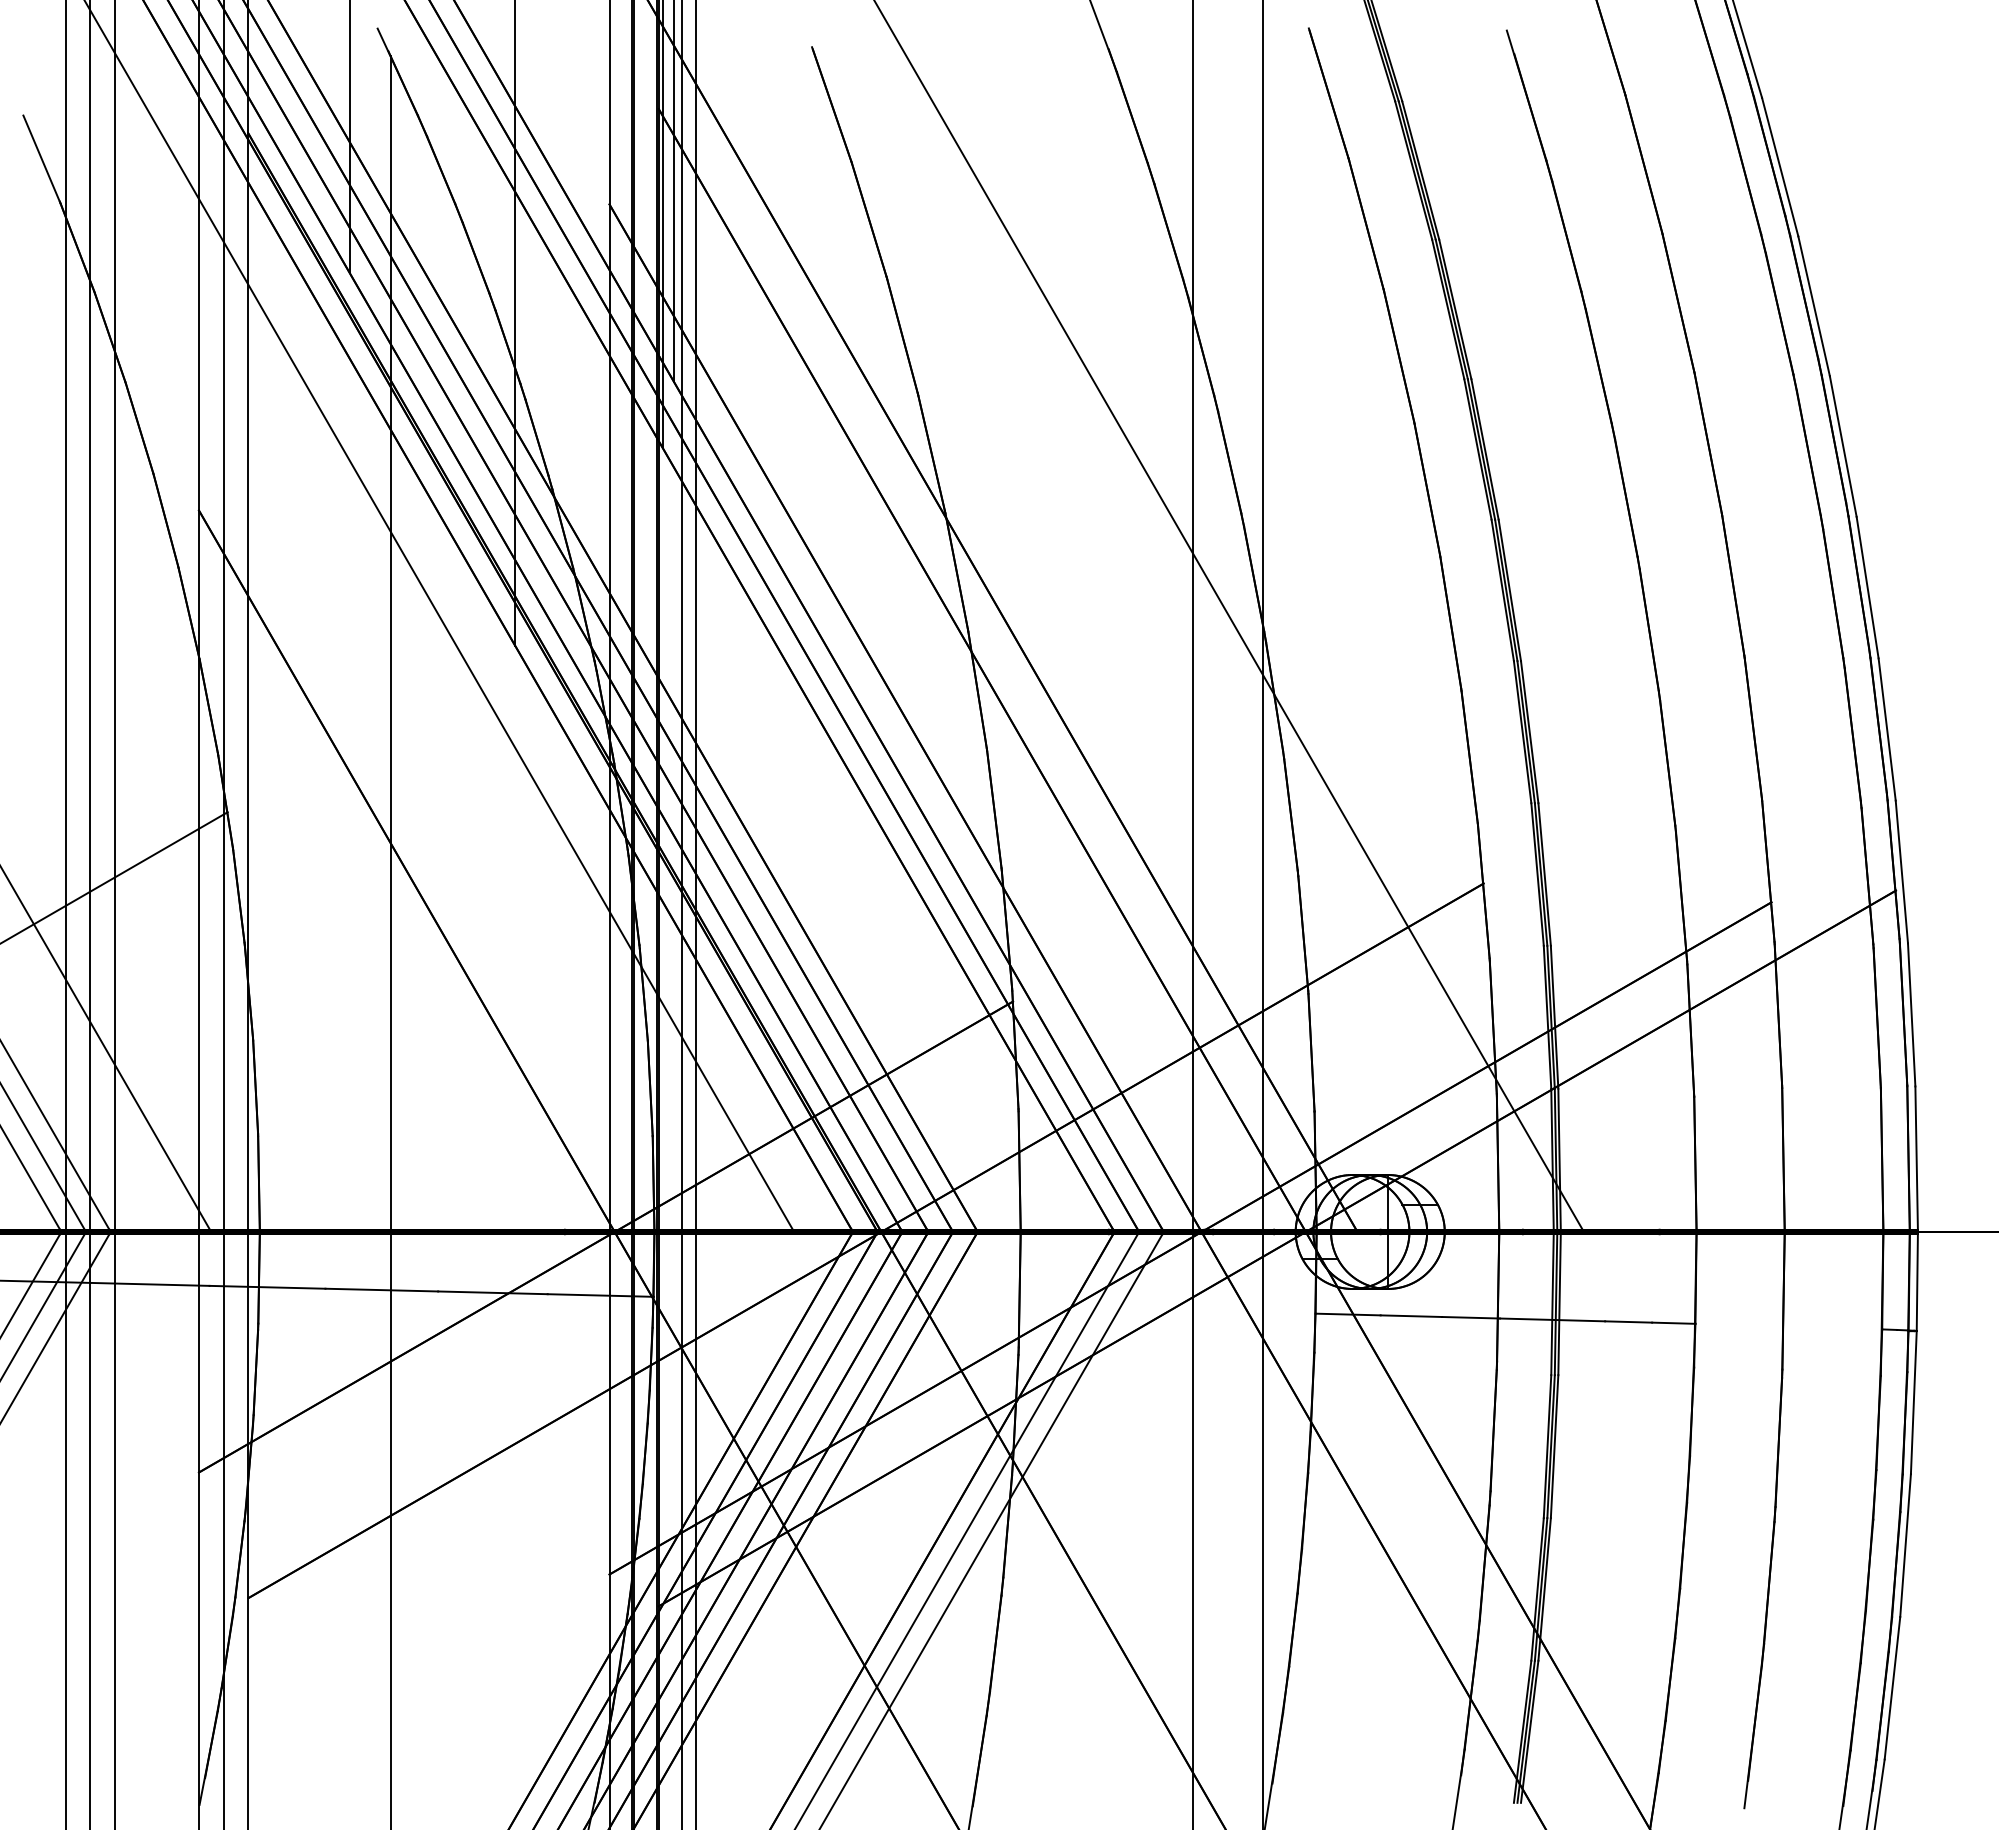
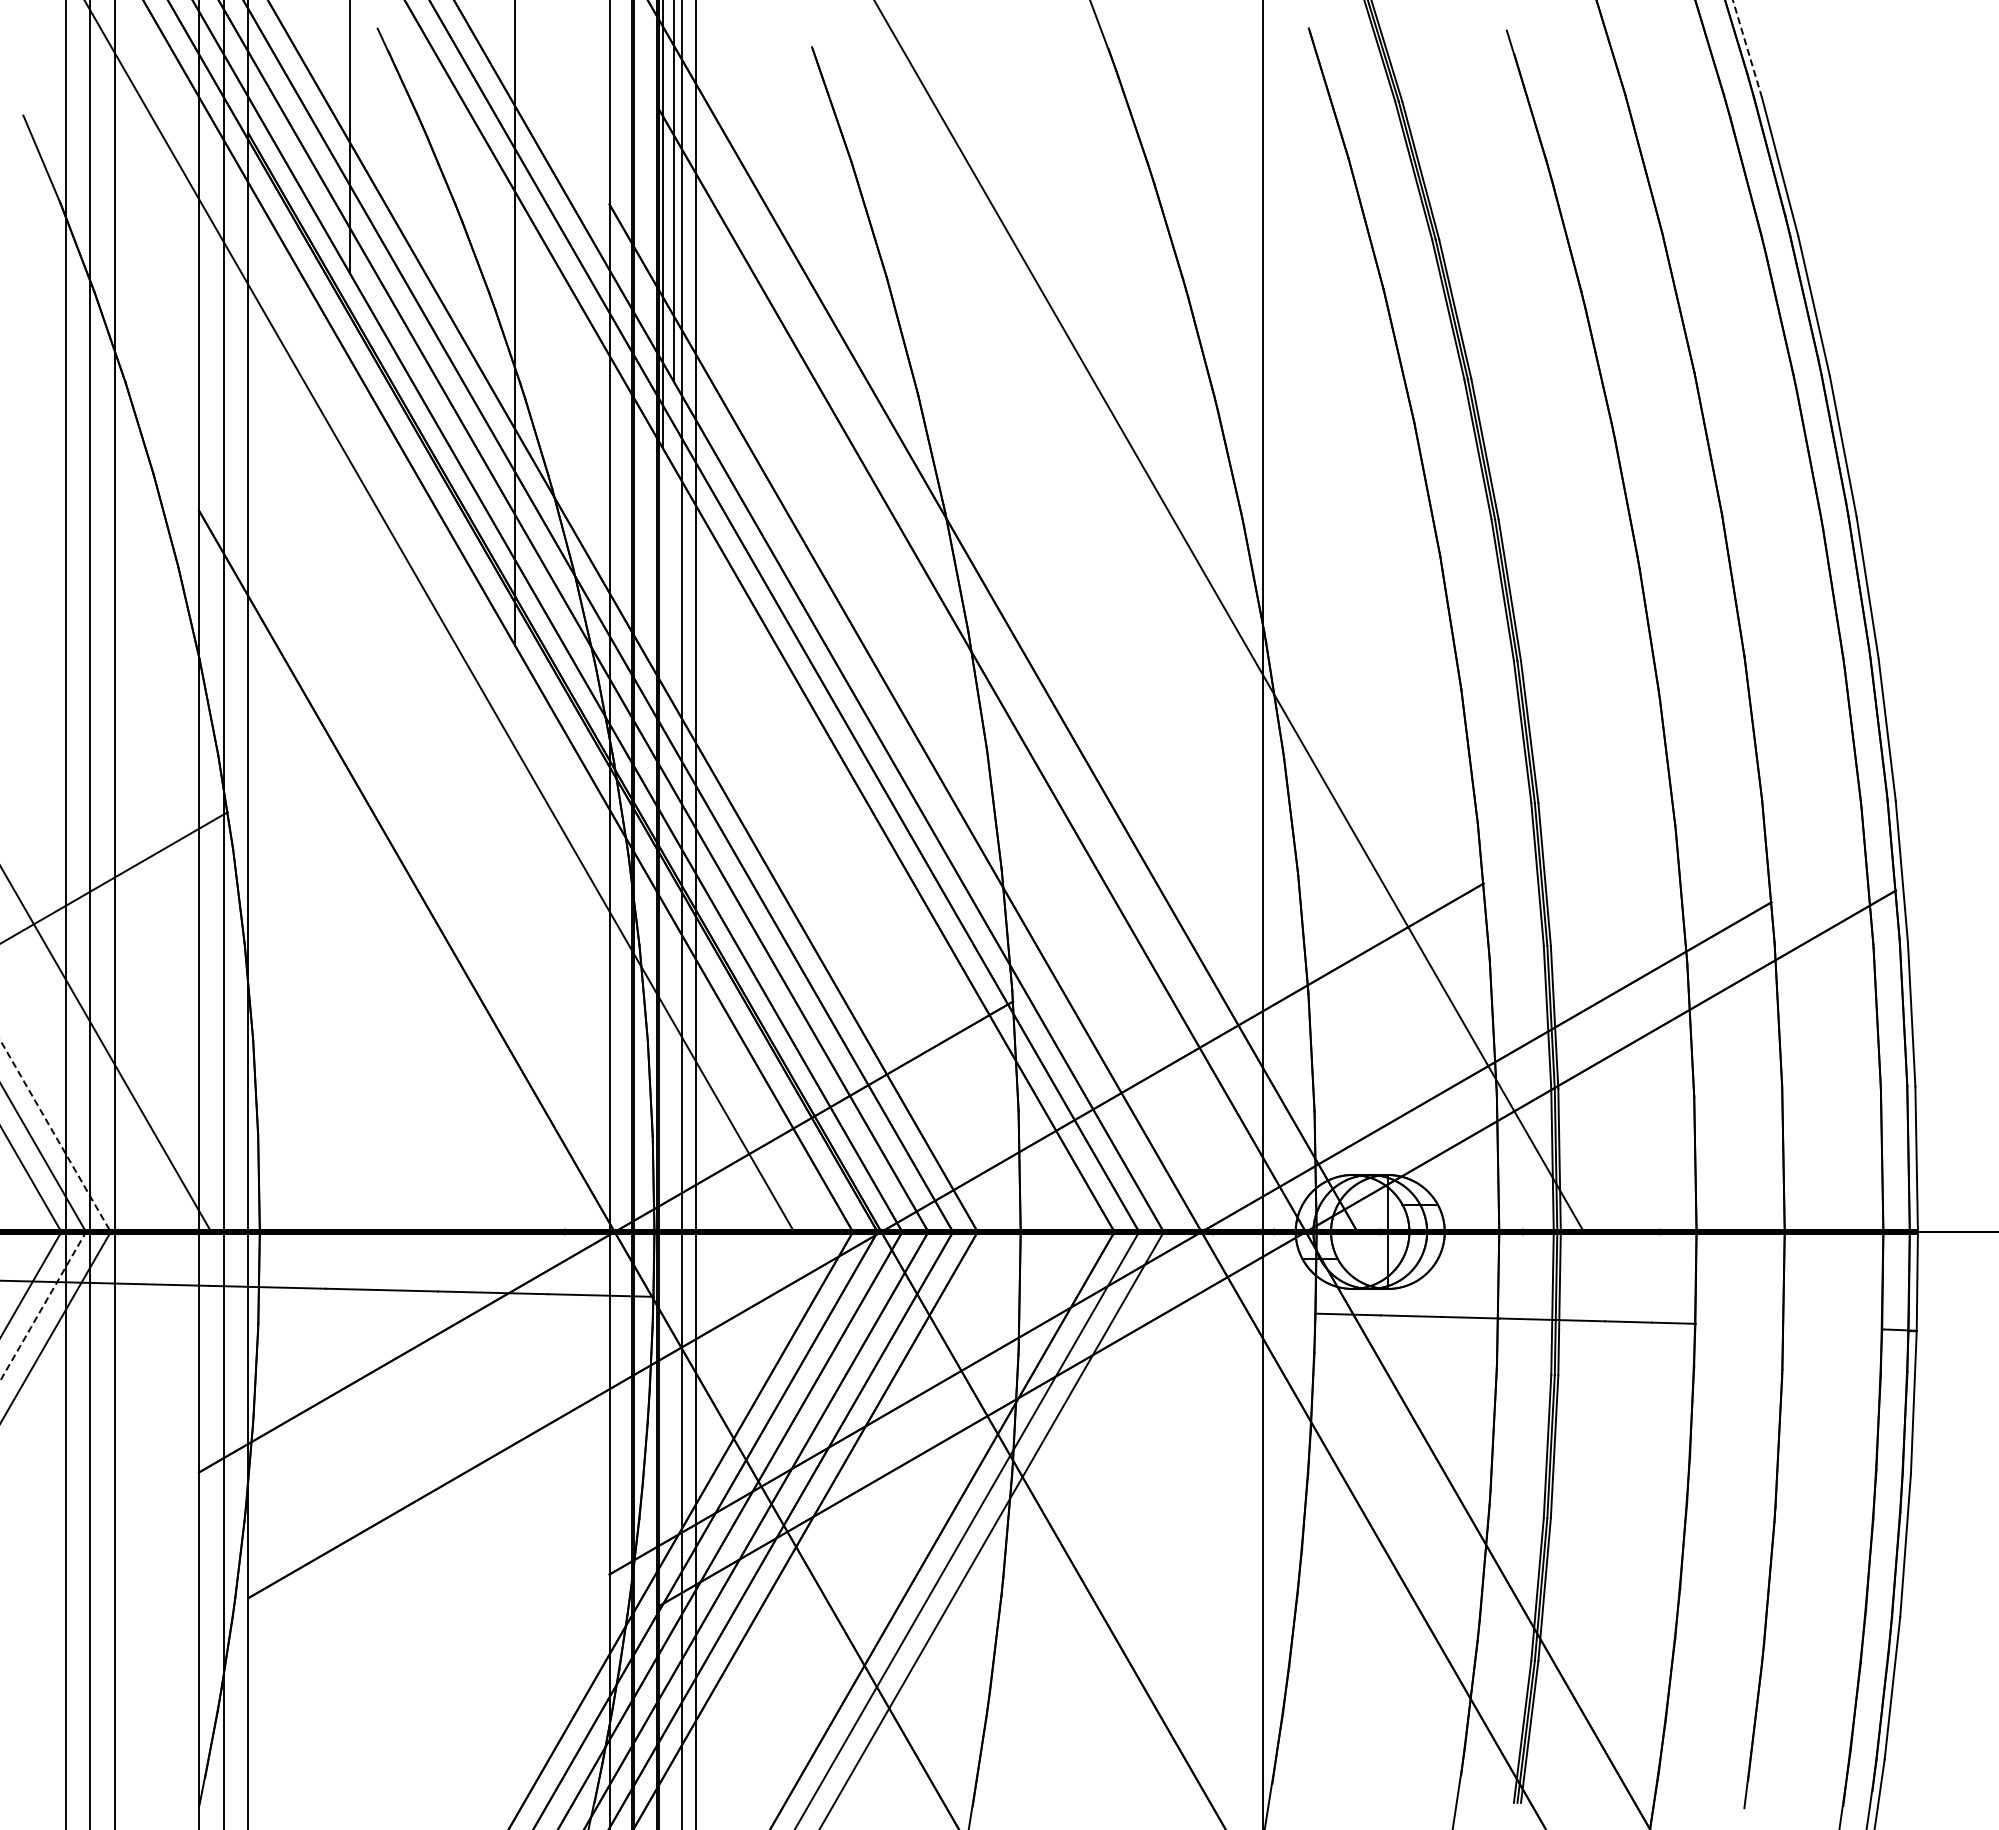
line at (1747, 49): solid -> dashed
line at (1192, 914): present -> none
line at (390, 940): present -> none
line at (54, 1134): solid -> dashed
line at (42, 1307): solid -> dashed
